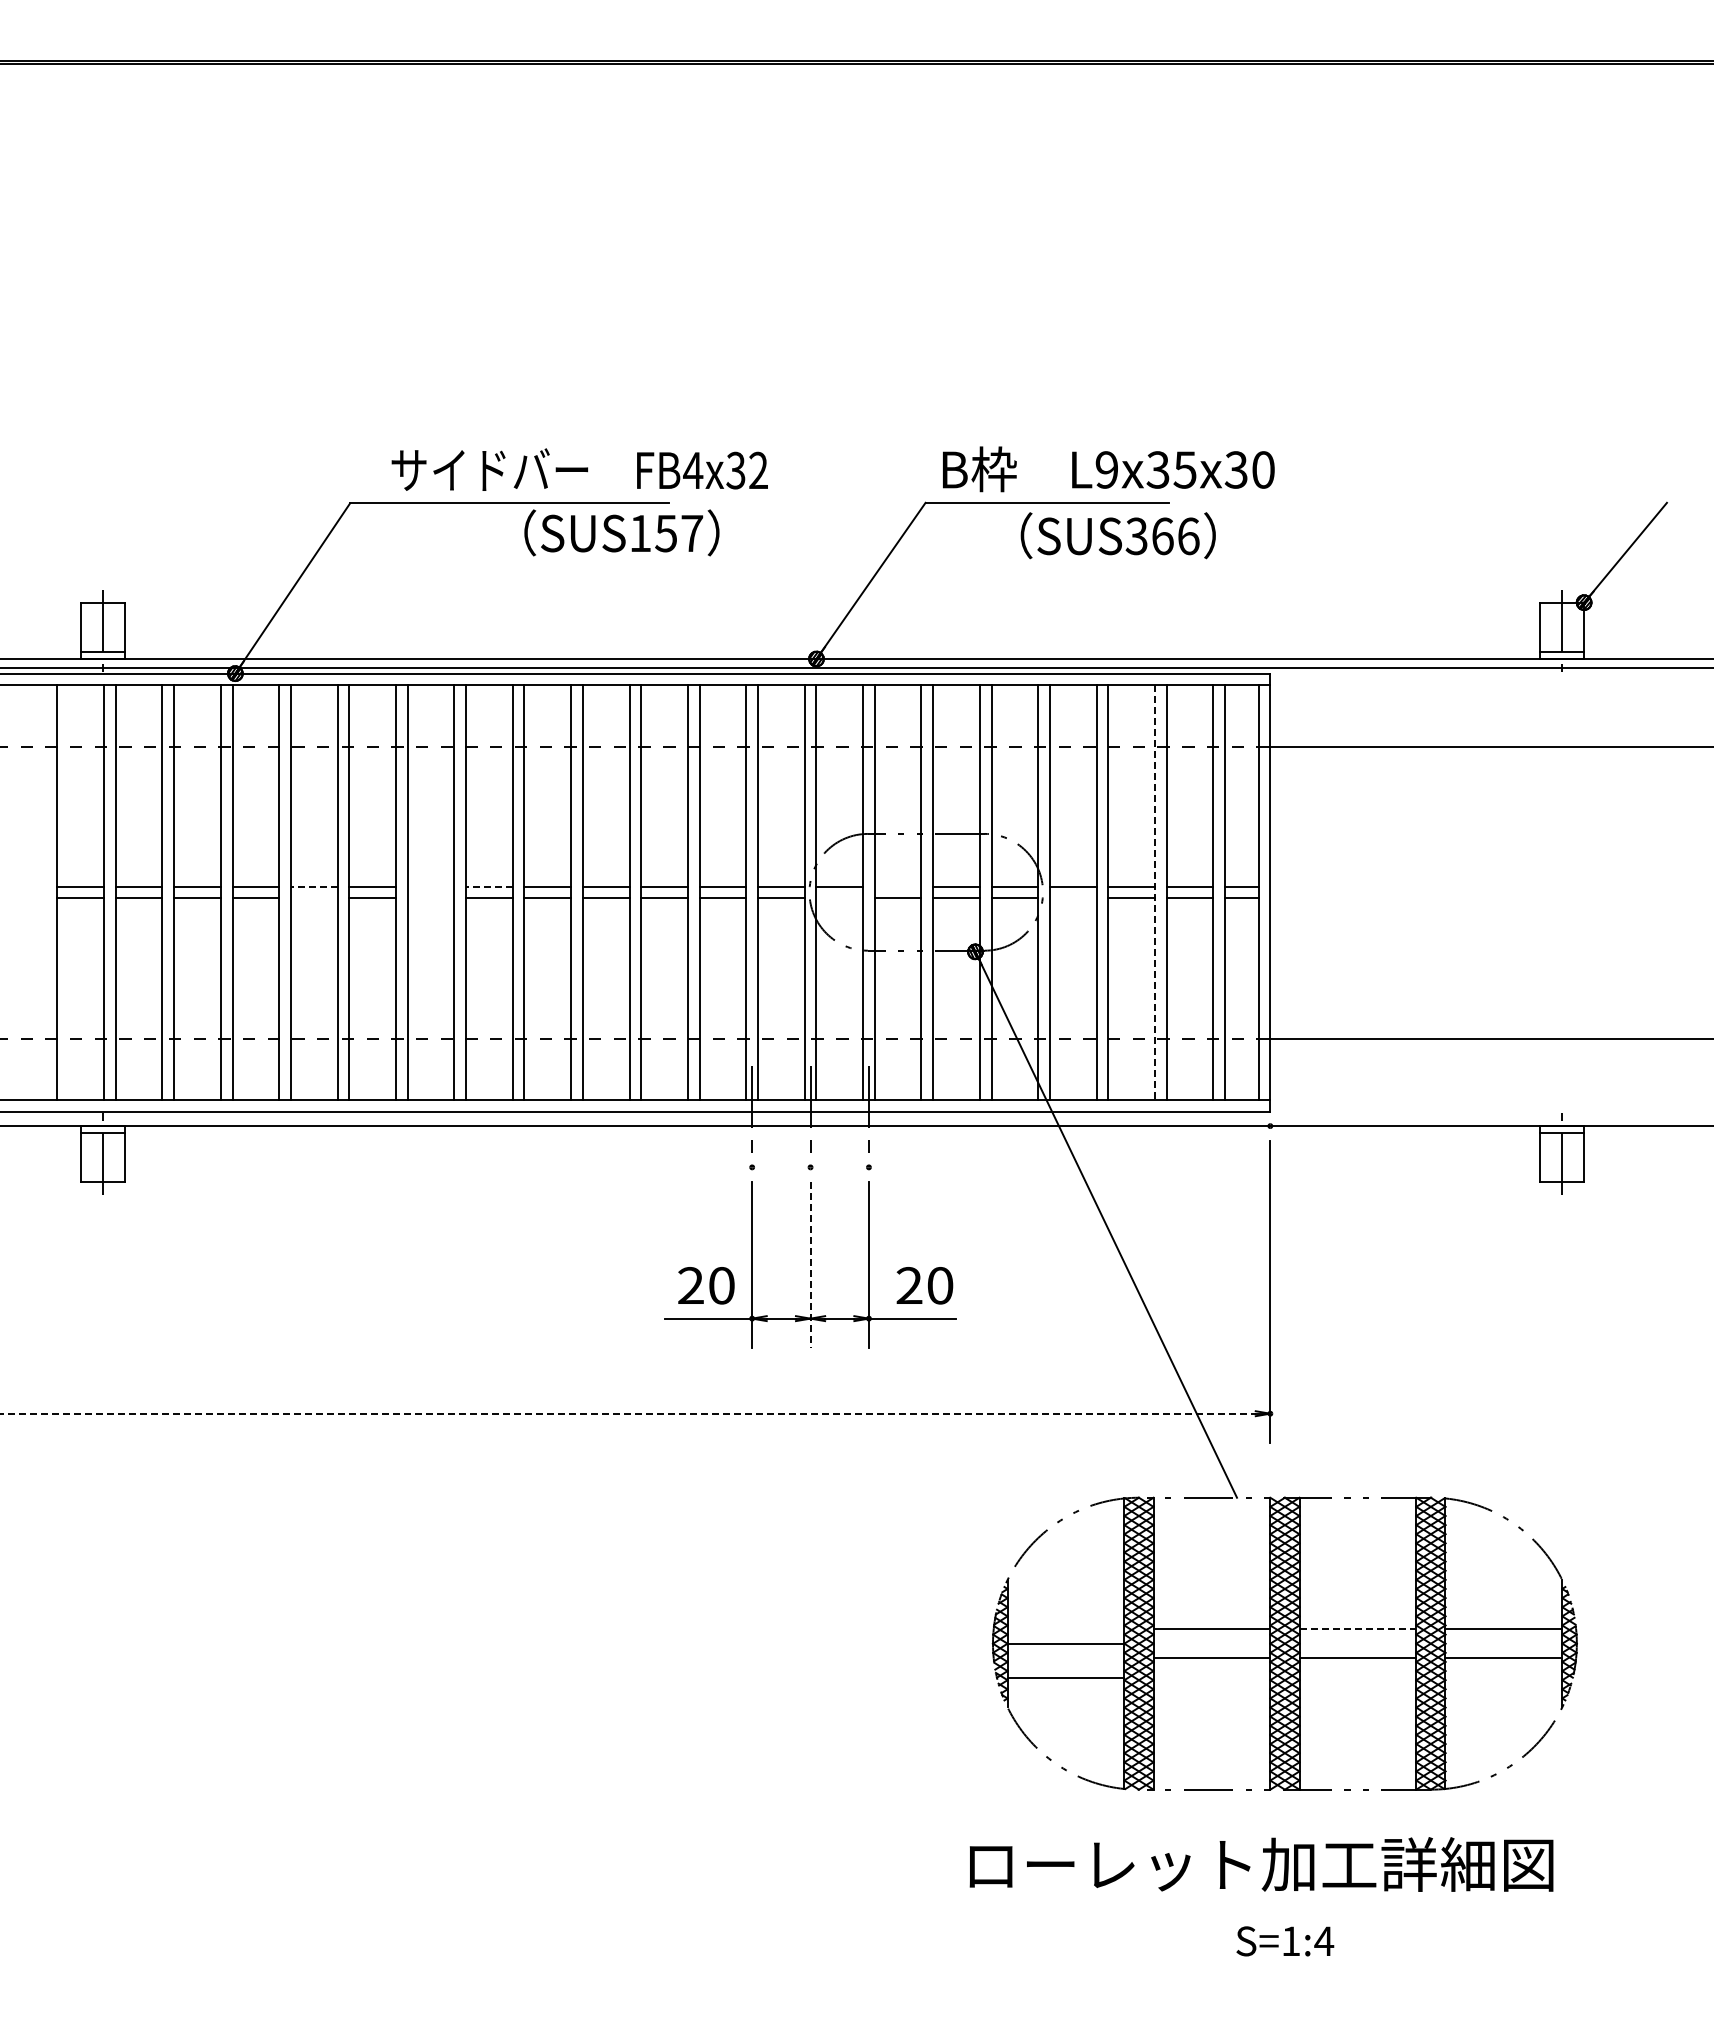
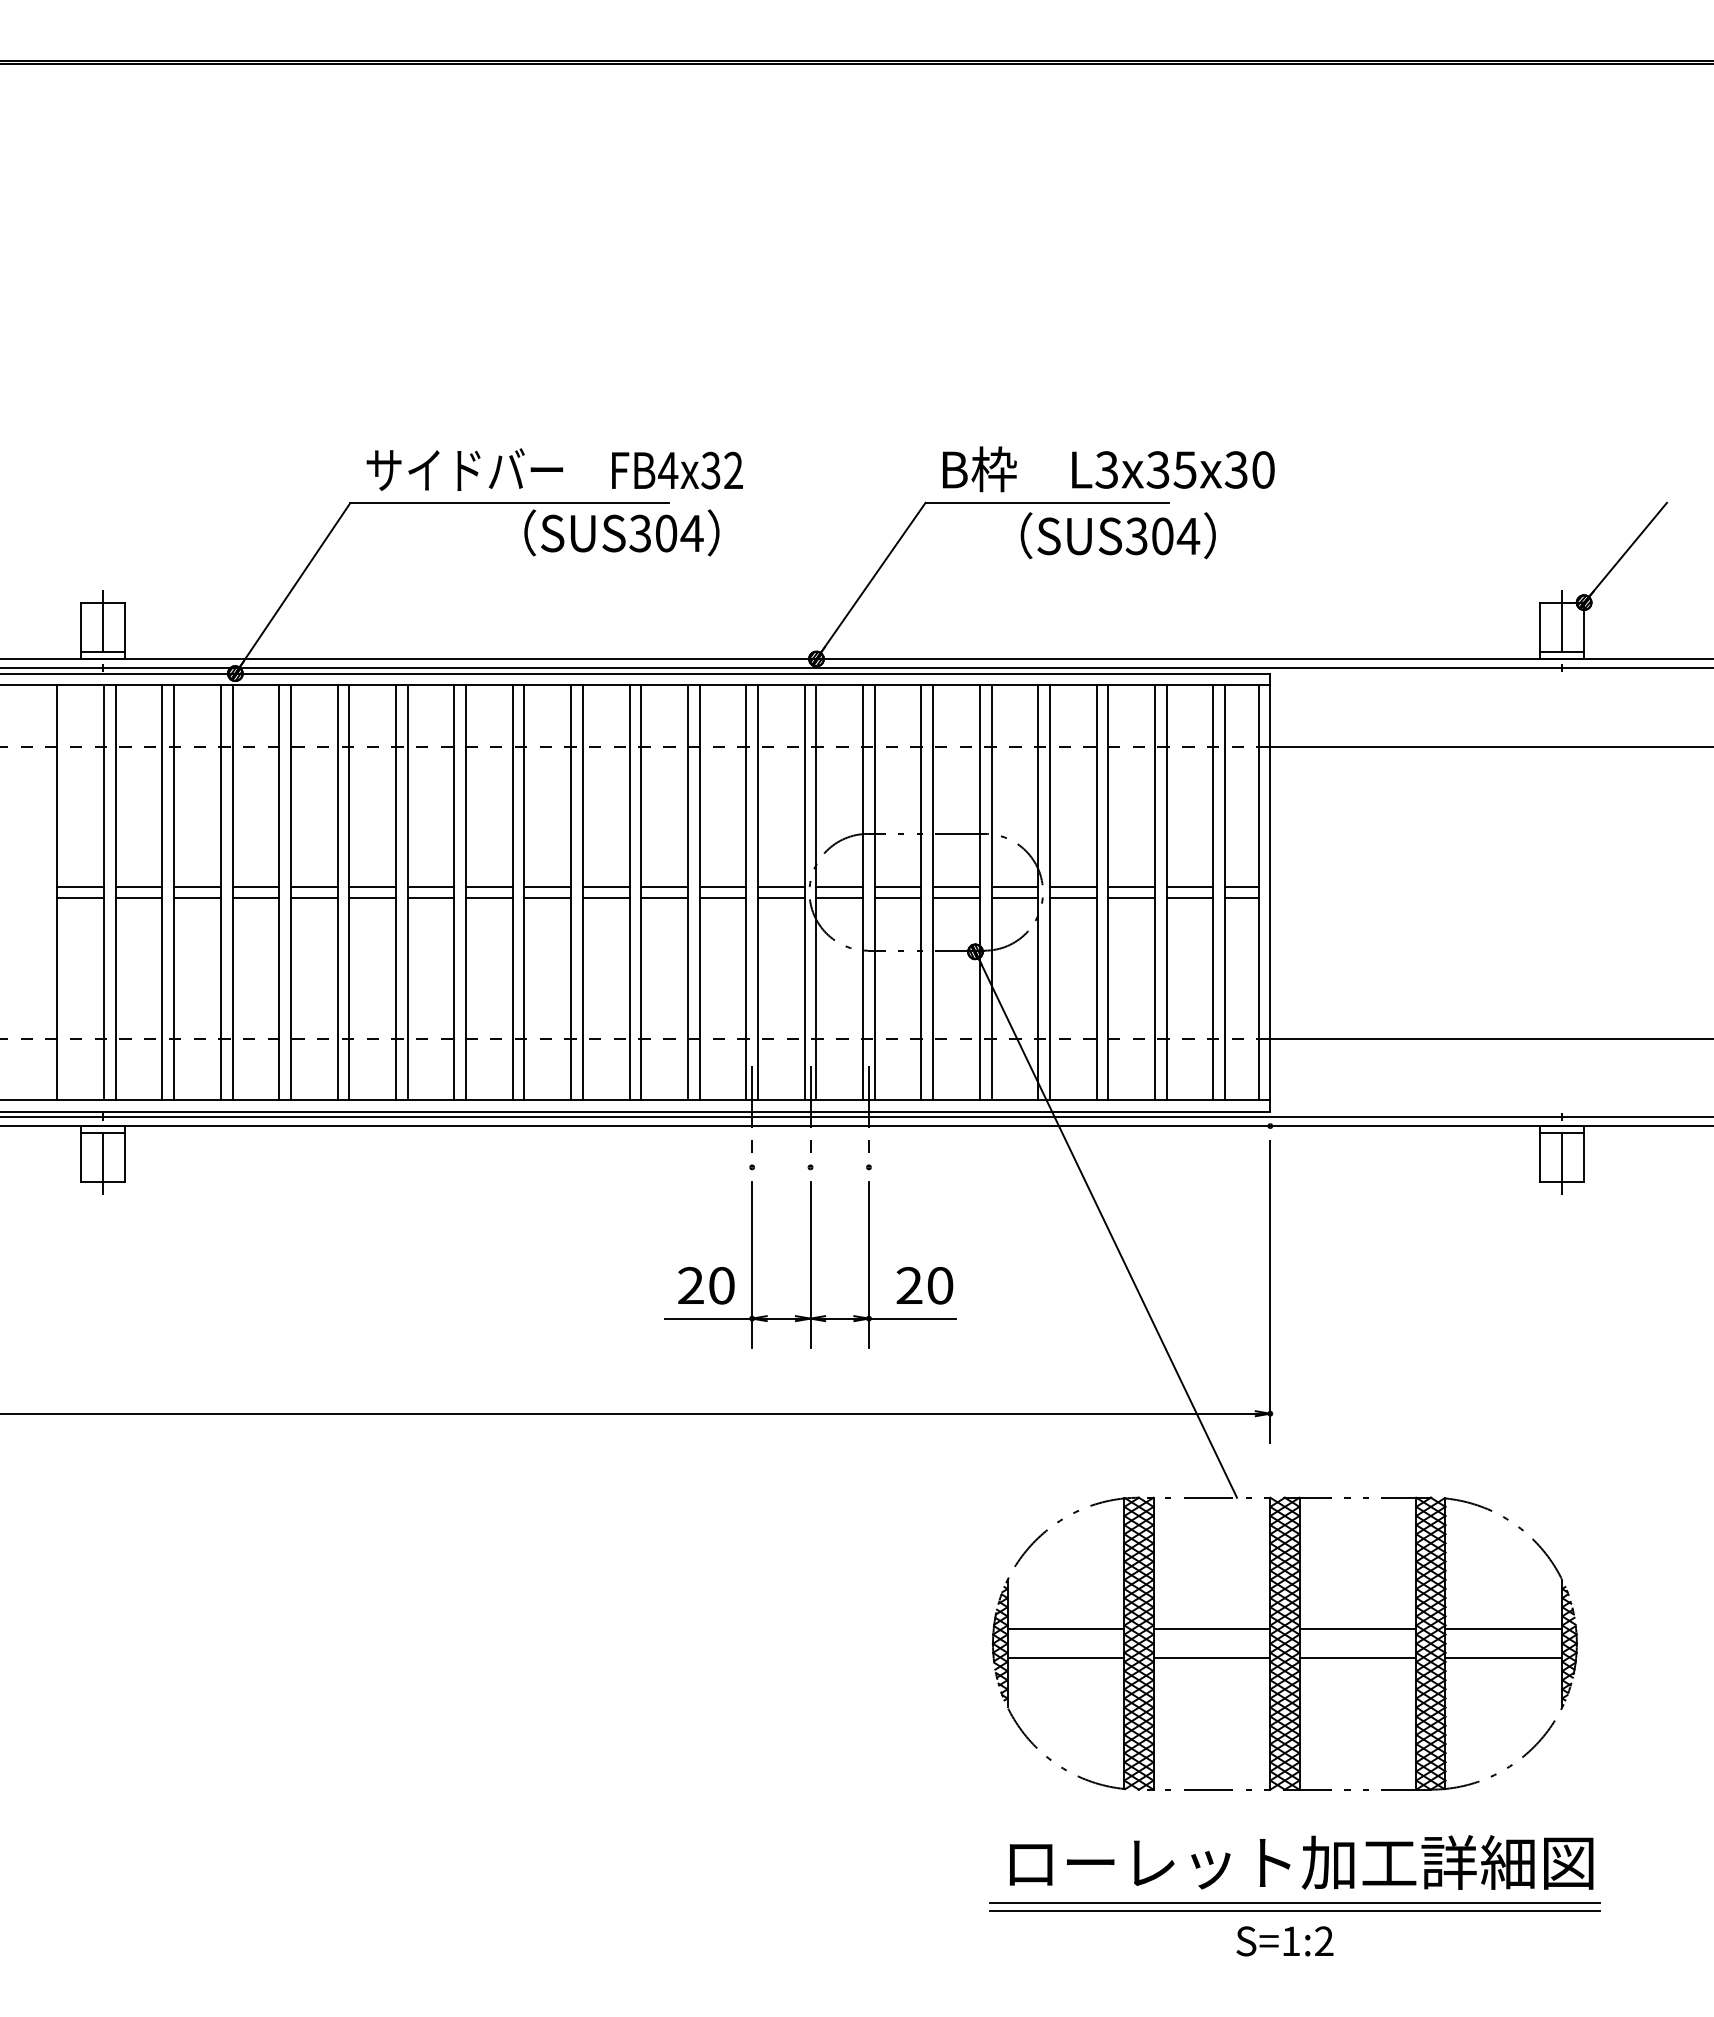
text at (579, 469) position: (579, 469) -> (554, 469)
text at (1106, 469): L9x35x30 -> L3x35x30
text at (666, 533): SUS157 -> SUS304
text at (1176, 536): SUS366 -> SUS304
line at (313, 886): dashed -> solid
line at (430, 886): none -> present
line at (488, 886): dashed -> solid
line at (897, 886): none -> present
line at (1155, 893): dashed -> solid
line at (313, 898): none -> present
line at (430, 898): none -> present
line at (839, 898): none -> present
line at (1072, 898): none -> present
line at (856, 1117): none -> present
line at (810, 1264): dashed -> solid
line at (628, 1413): dashed -> solid
line at (1358, 1629): dashed -> solid
line at (1065, 1644) position: (1065, 1644) -> (1065, 1629)
line at (1065, 1678) position: (1065, 1678) -> (1065, 1658)
text at (1261, 1864) position: (1261, 1864) -> (1301, 1862)
part at (1294, 1906): none -> present
text at (1324, 1940): S=1:4 -> S=1:2
